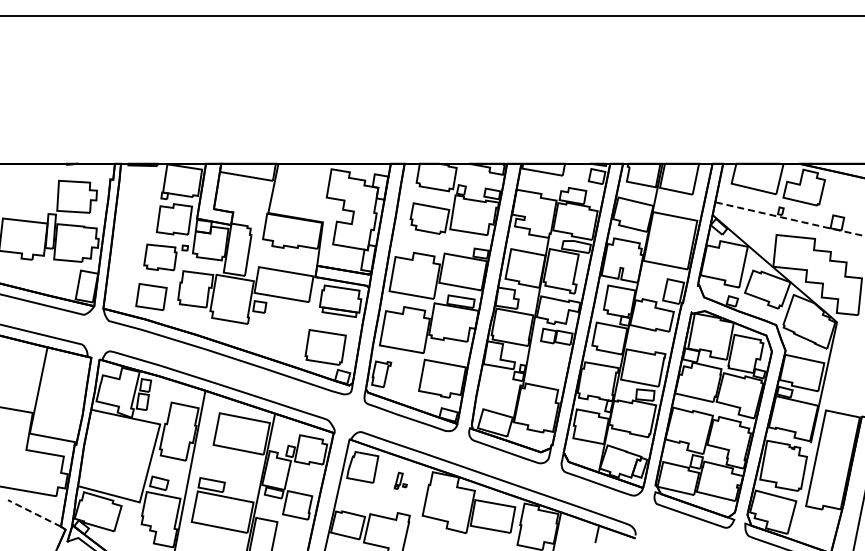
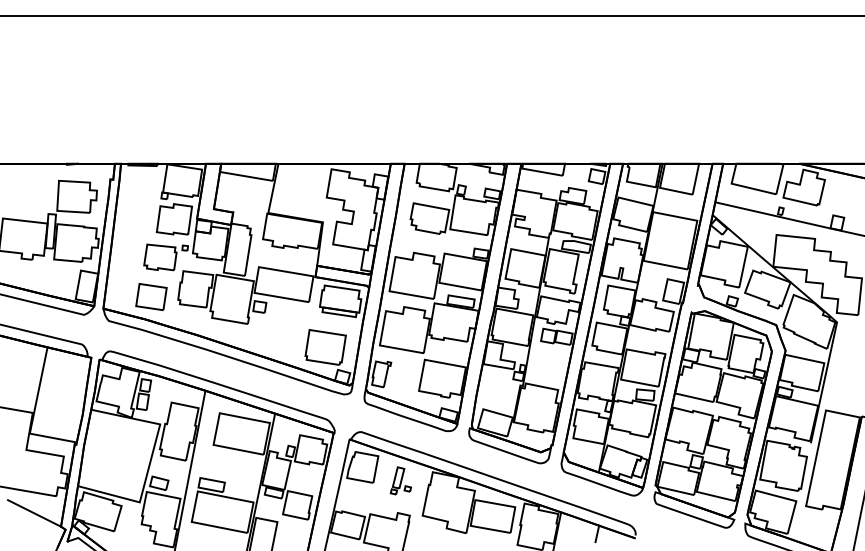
line at (790, 219): dashed -> solid
part at (400, 480) size: 15x19 px -> 23x30 px
line at (34, 513): dashed -> solid
